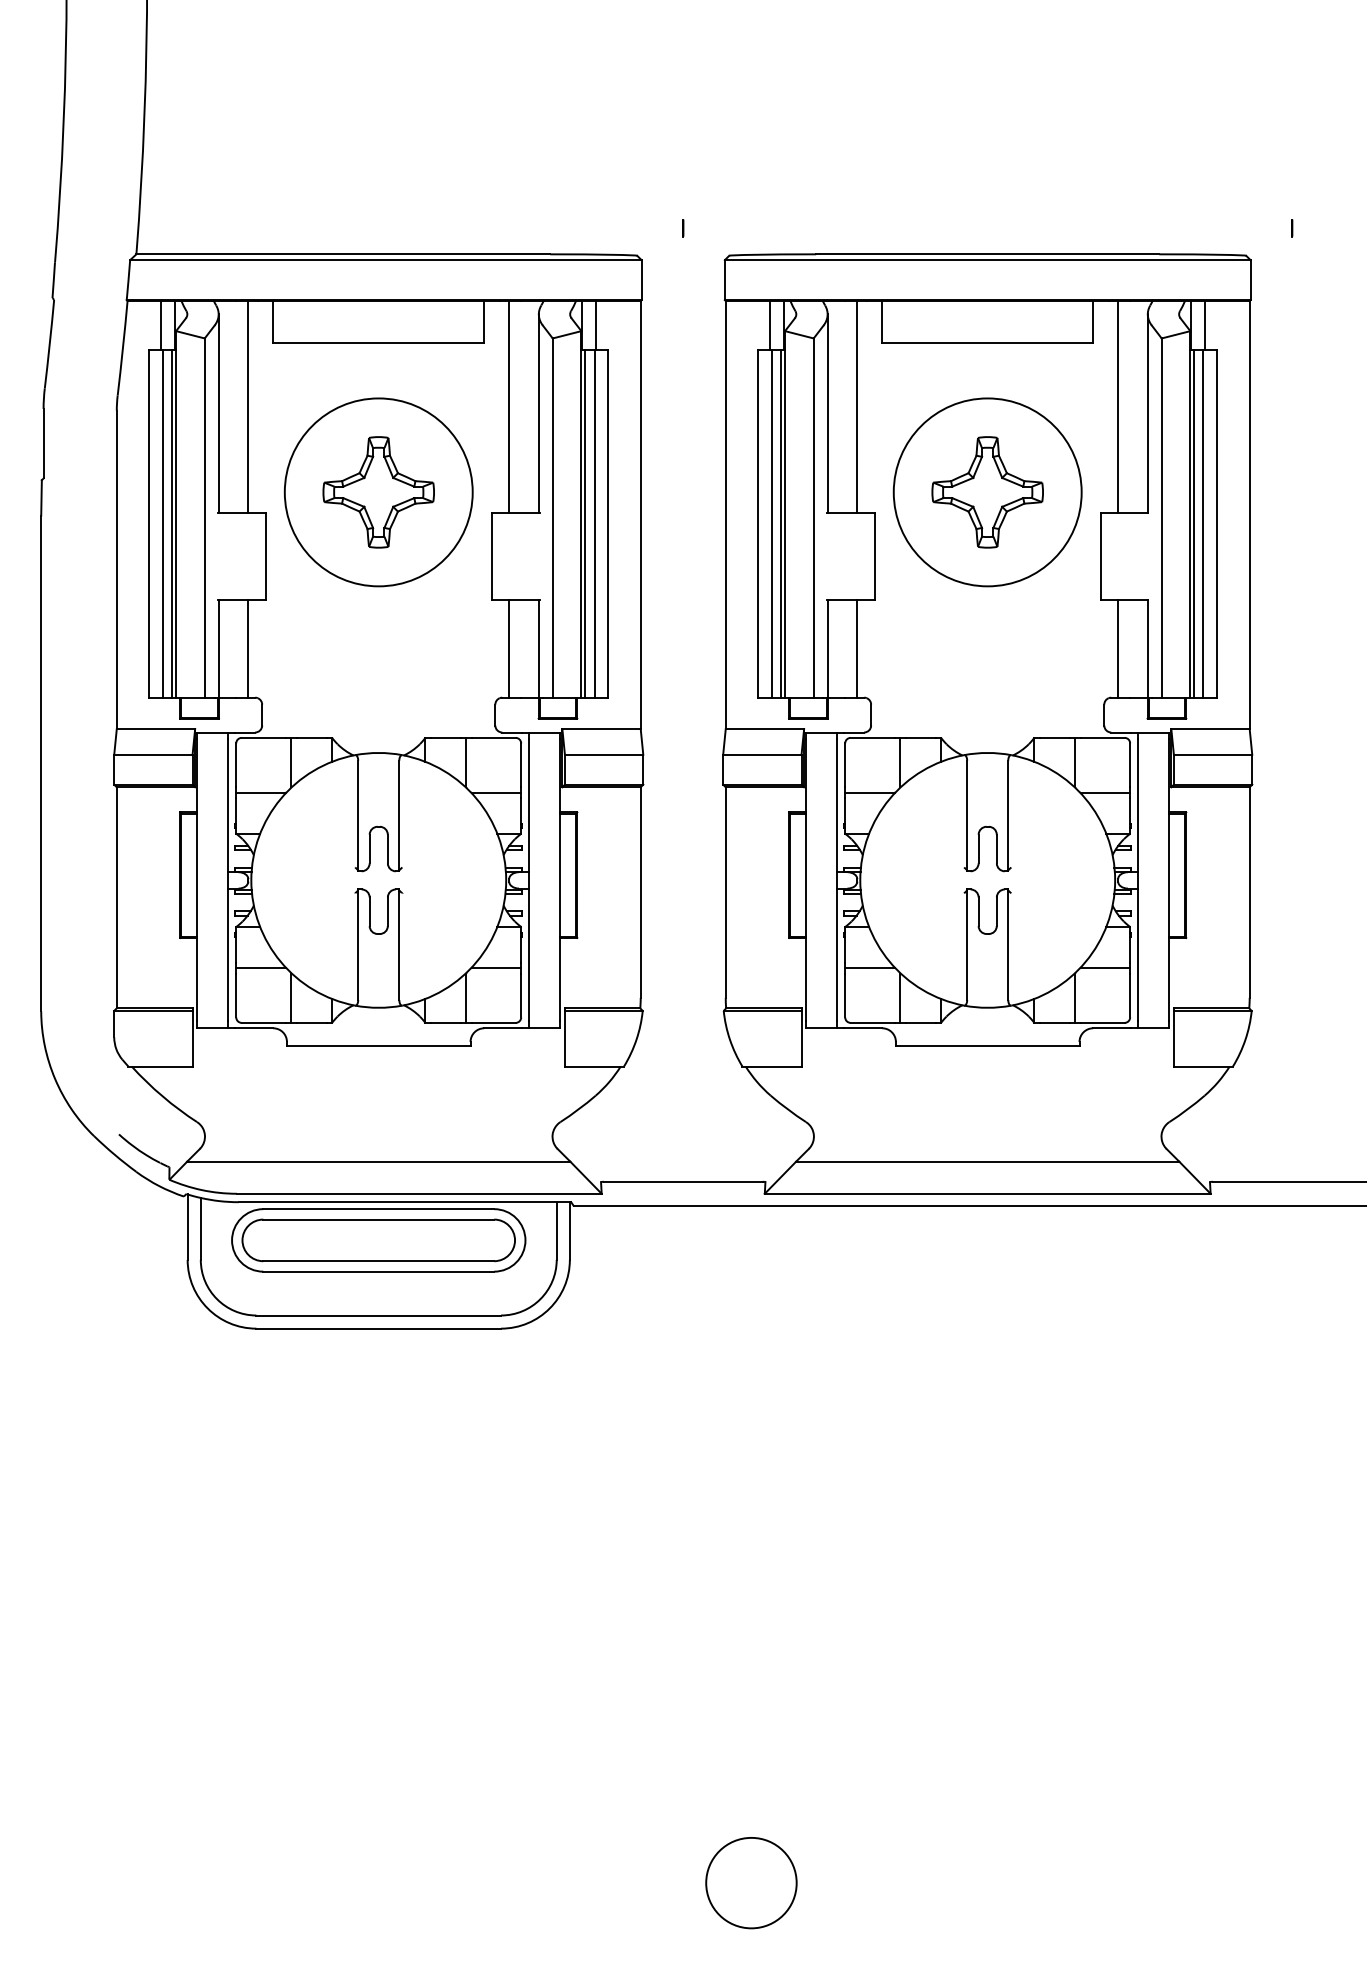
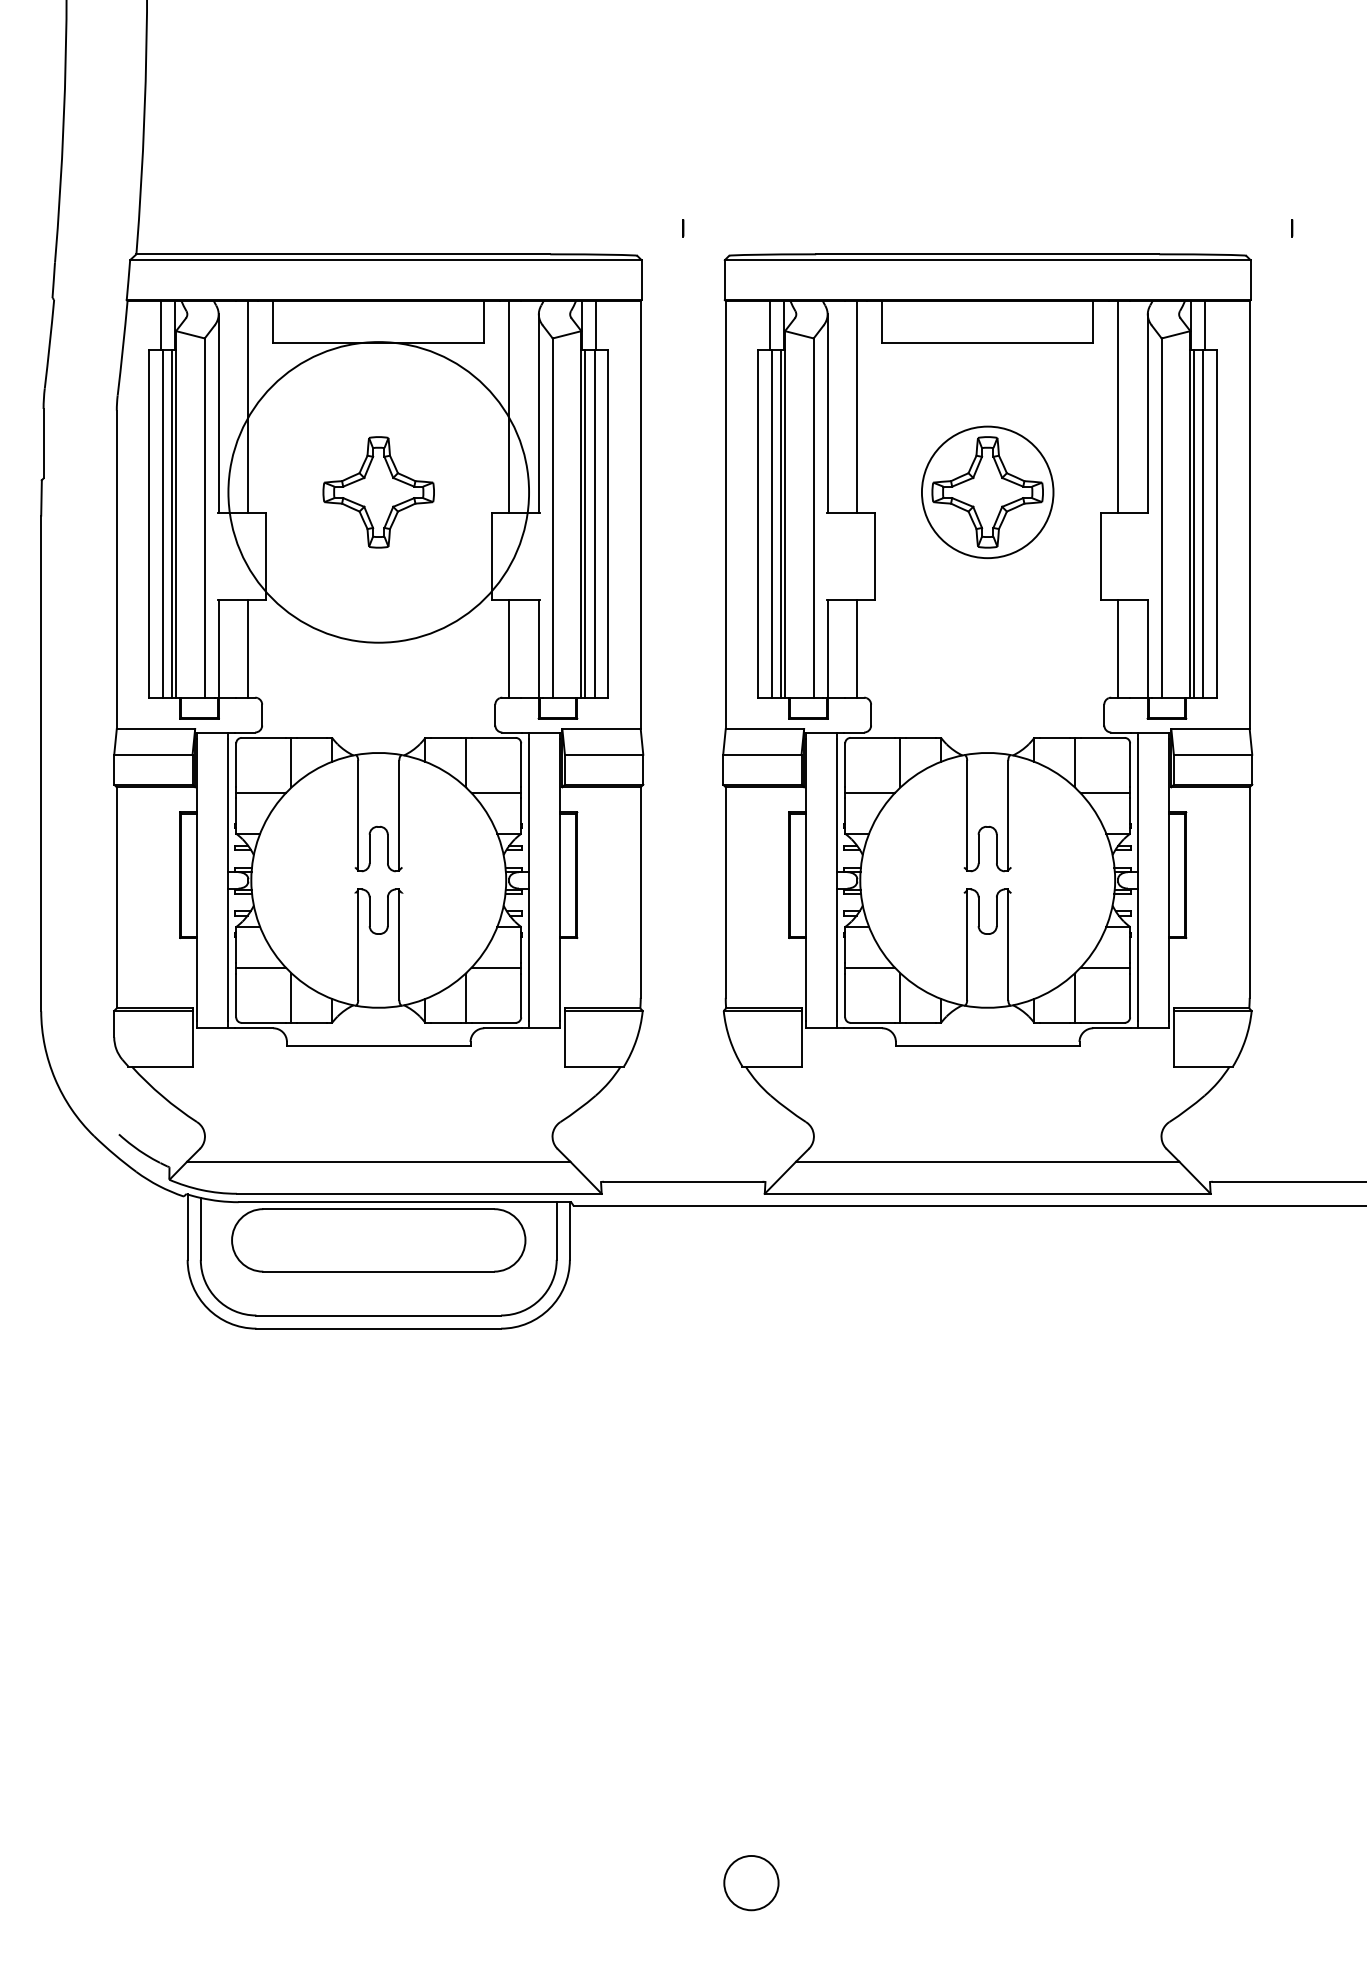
circle at (378, 492) diameter: 188 px -> 301 px
circle at (987, 492) diameter: 188 px -> 132 px
part at (378, 1240): present -> none
circle at (751, 1882) diameter: 90 px -> 54 px
